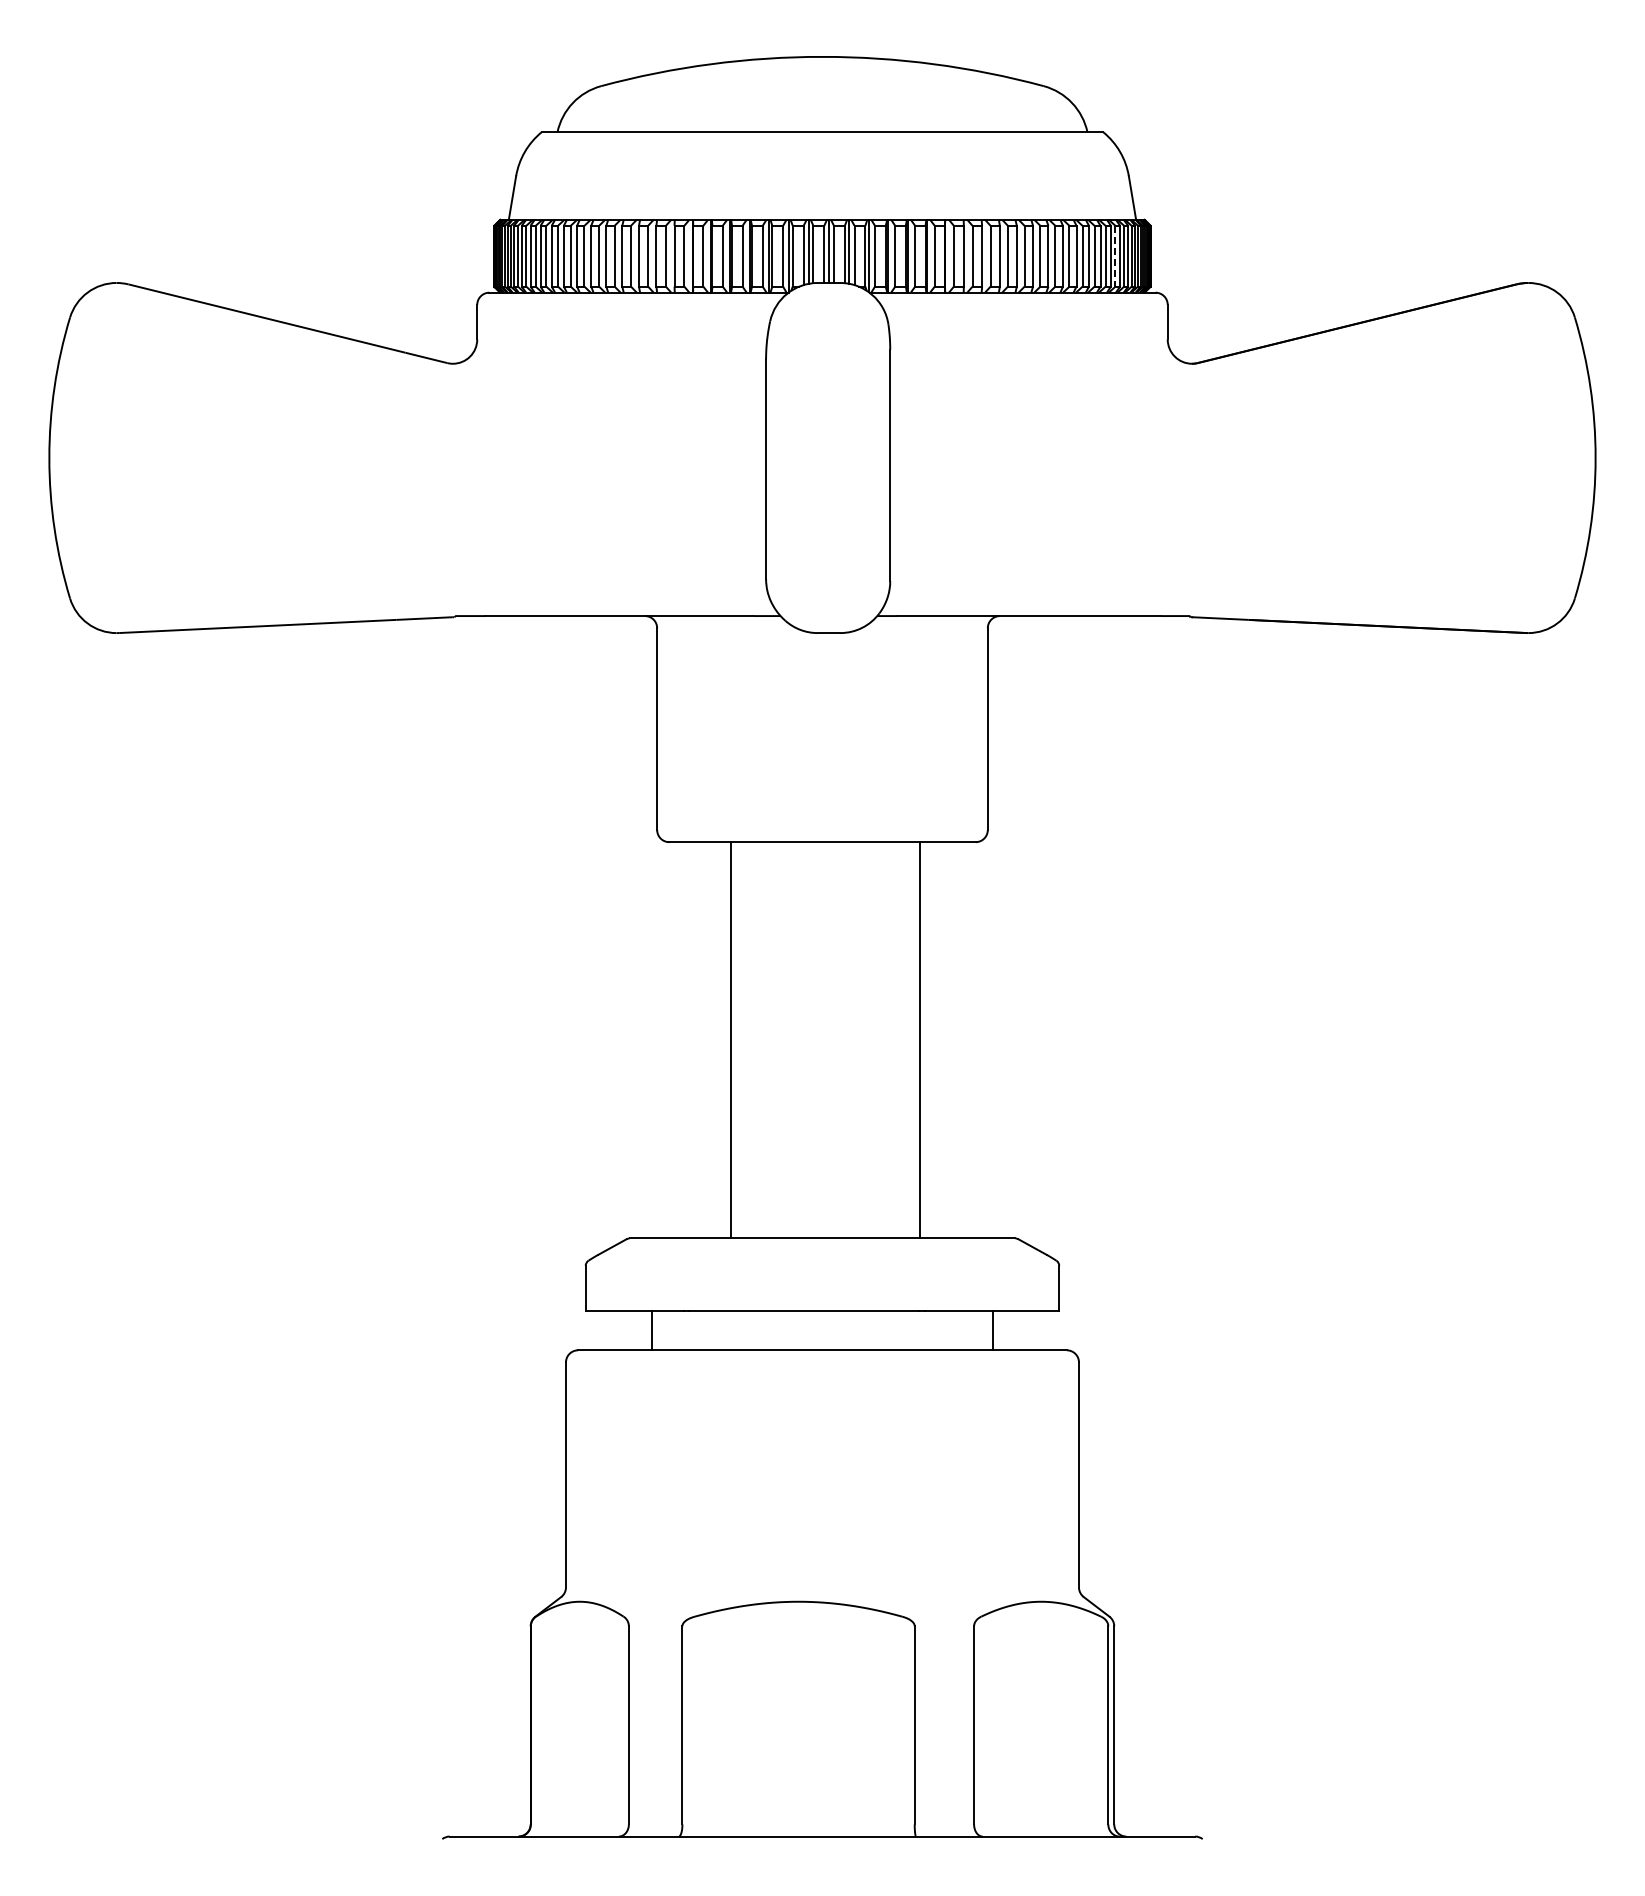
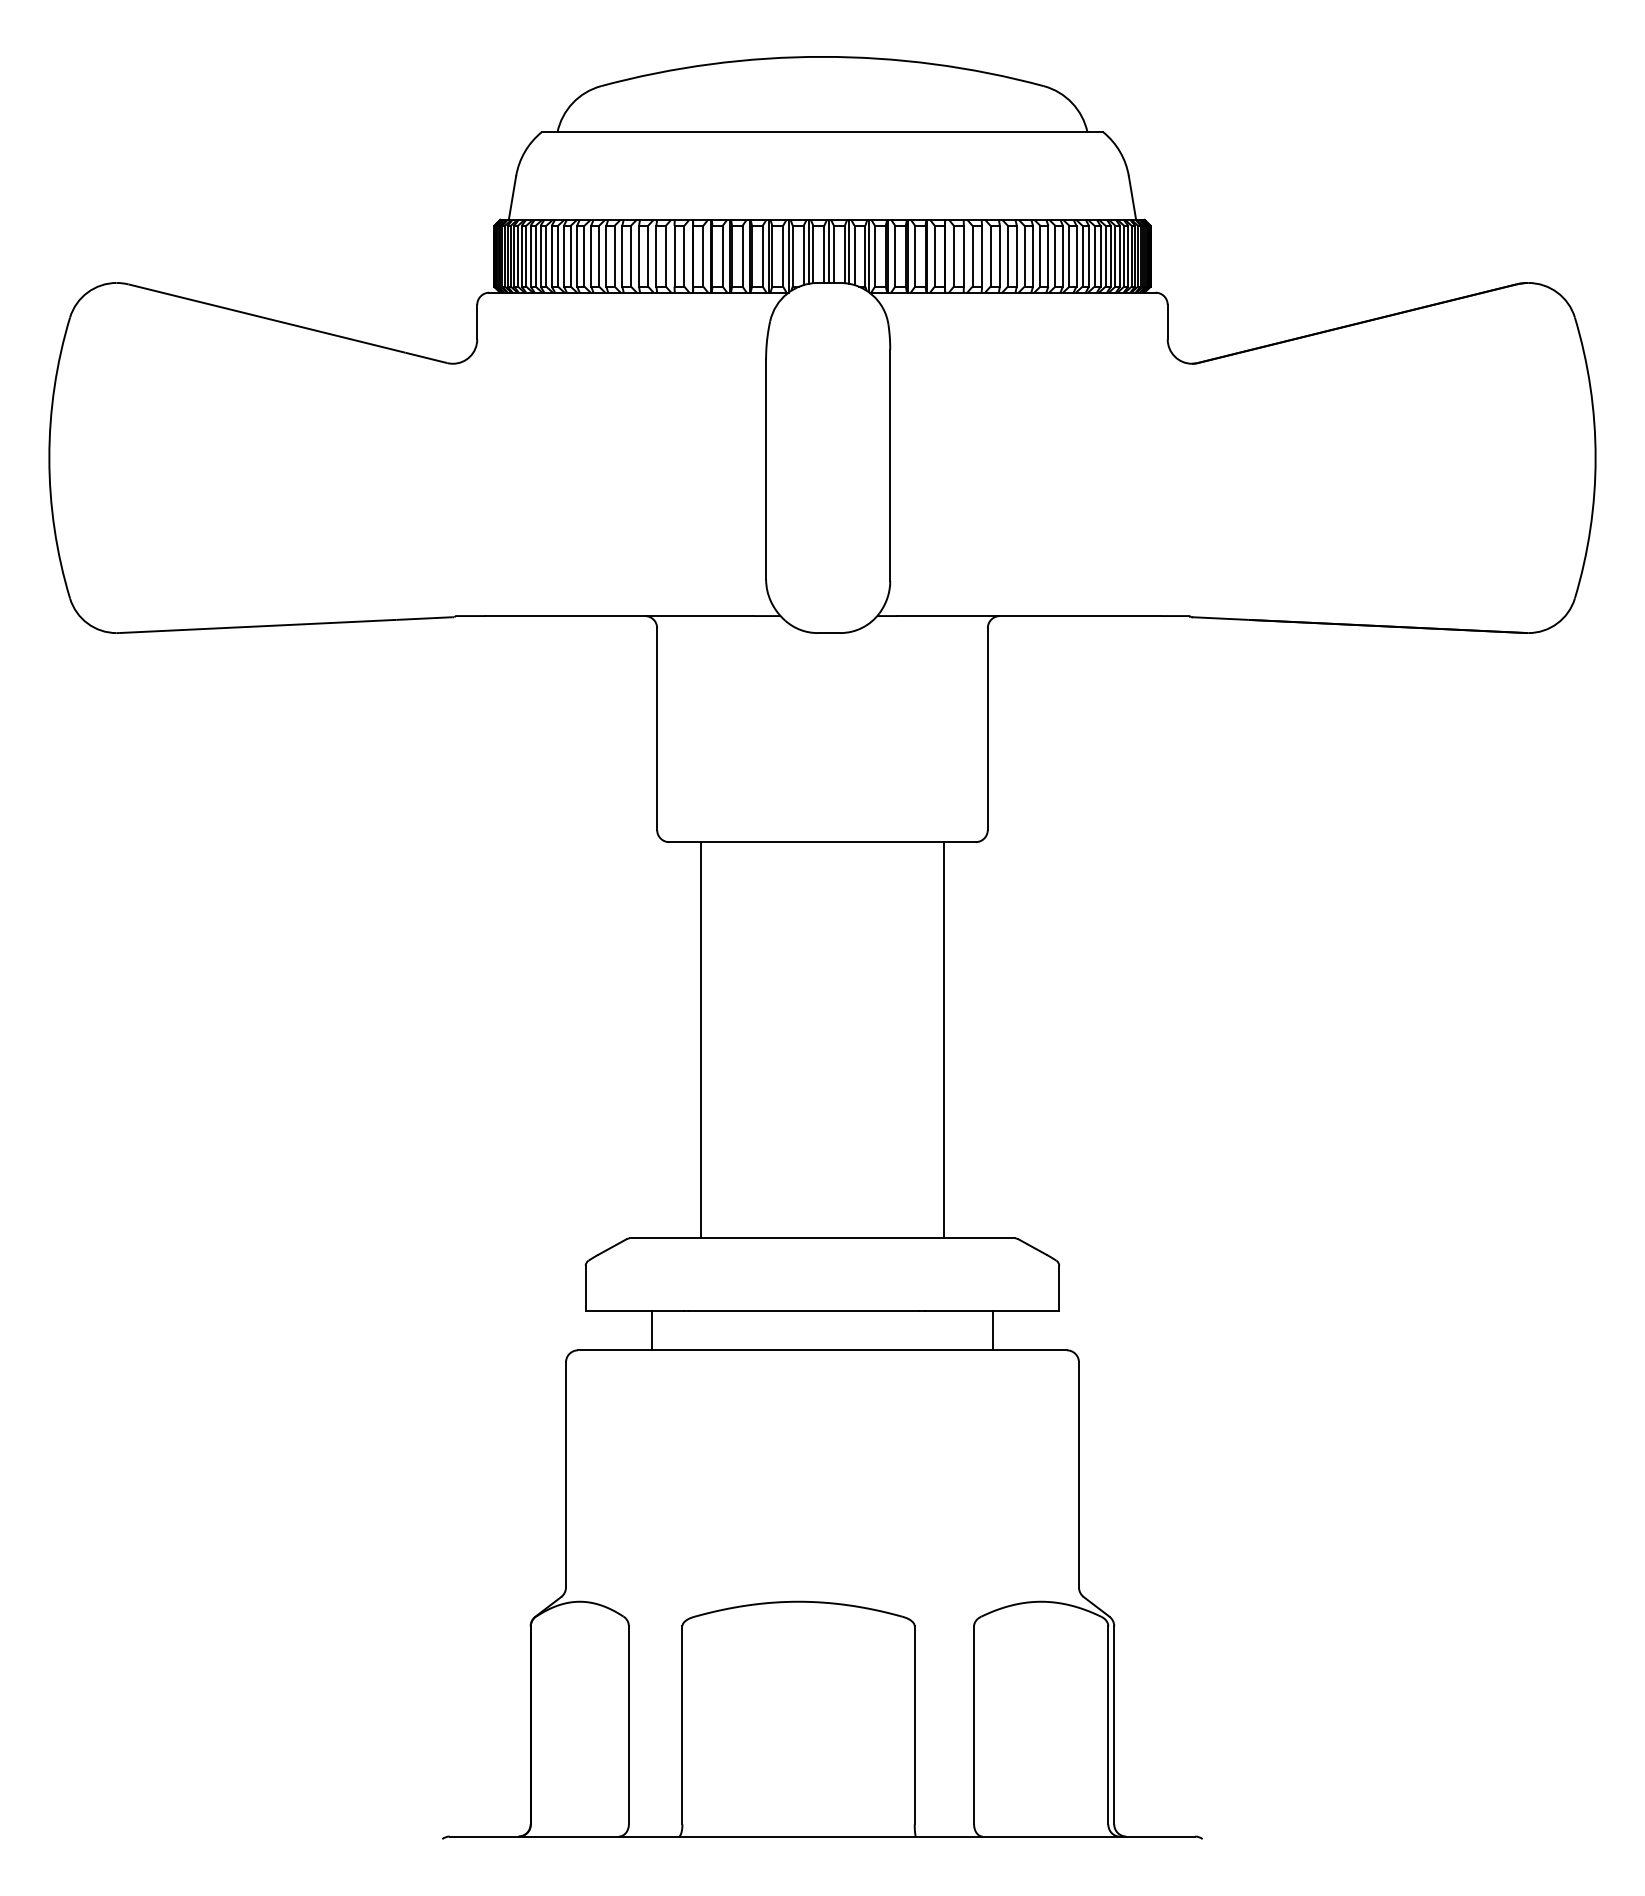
line at (1115, 256): dashed -> solid
line at (730, 1040) position: (730, 1040) -> (700, 1040)
line at (920, 1040) position: (920, 1040) -> (944, 1040)
